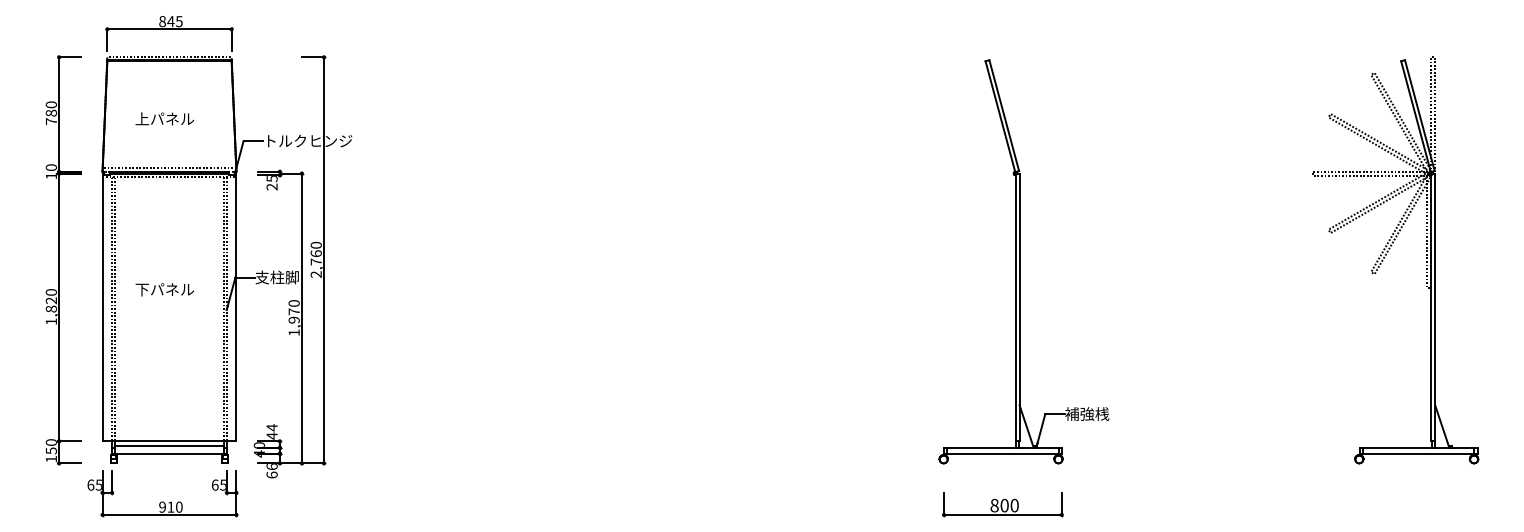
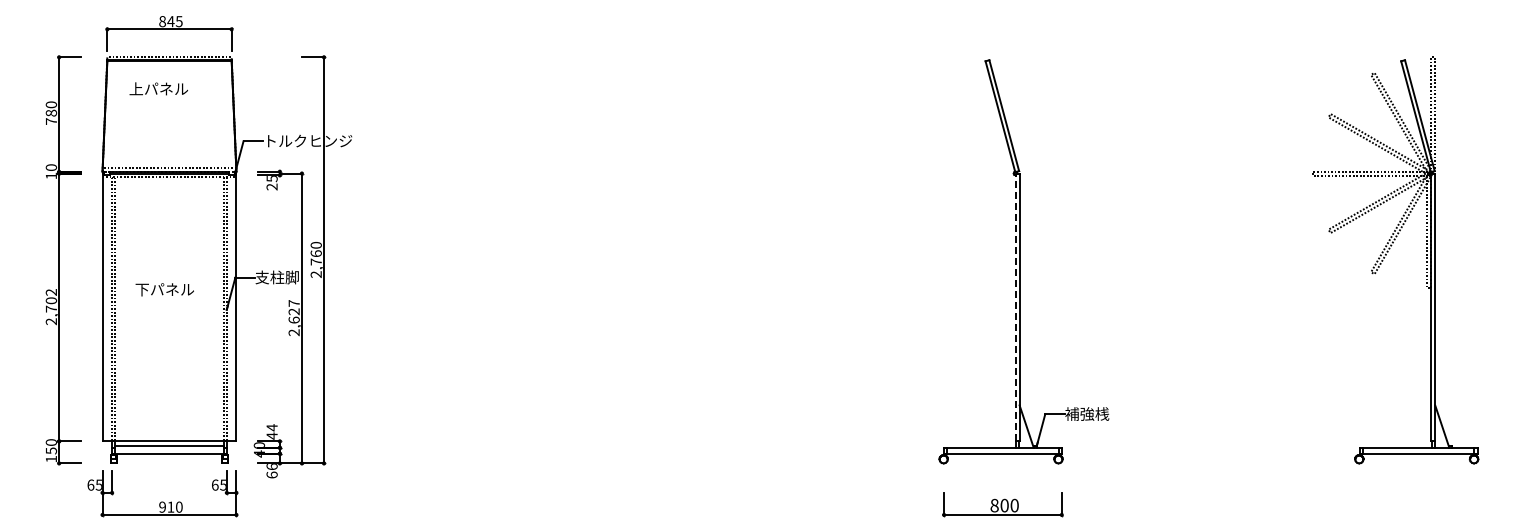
text at (164, 118) position: (164, 118) -> (158, 88)
text at (51, 307): 1,820 -> 2,702
line at (1015, 307): solid -> dashed
text at (293, 318): 1,970 -> 2,627
